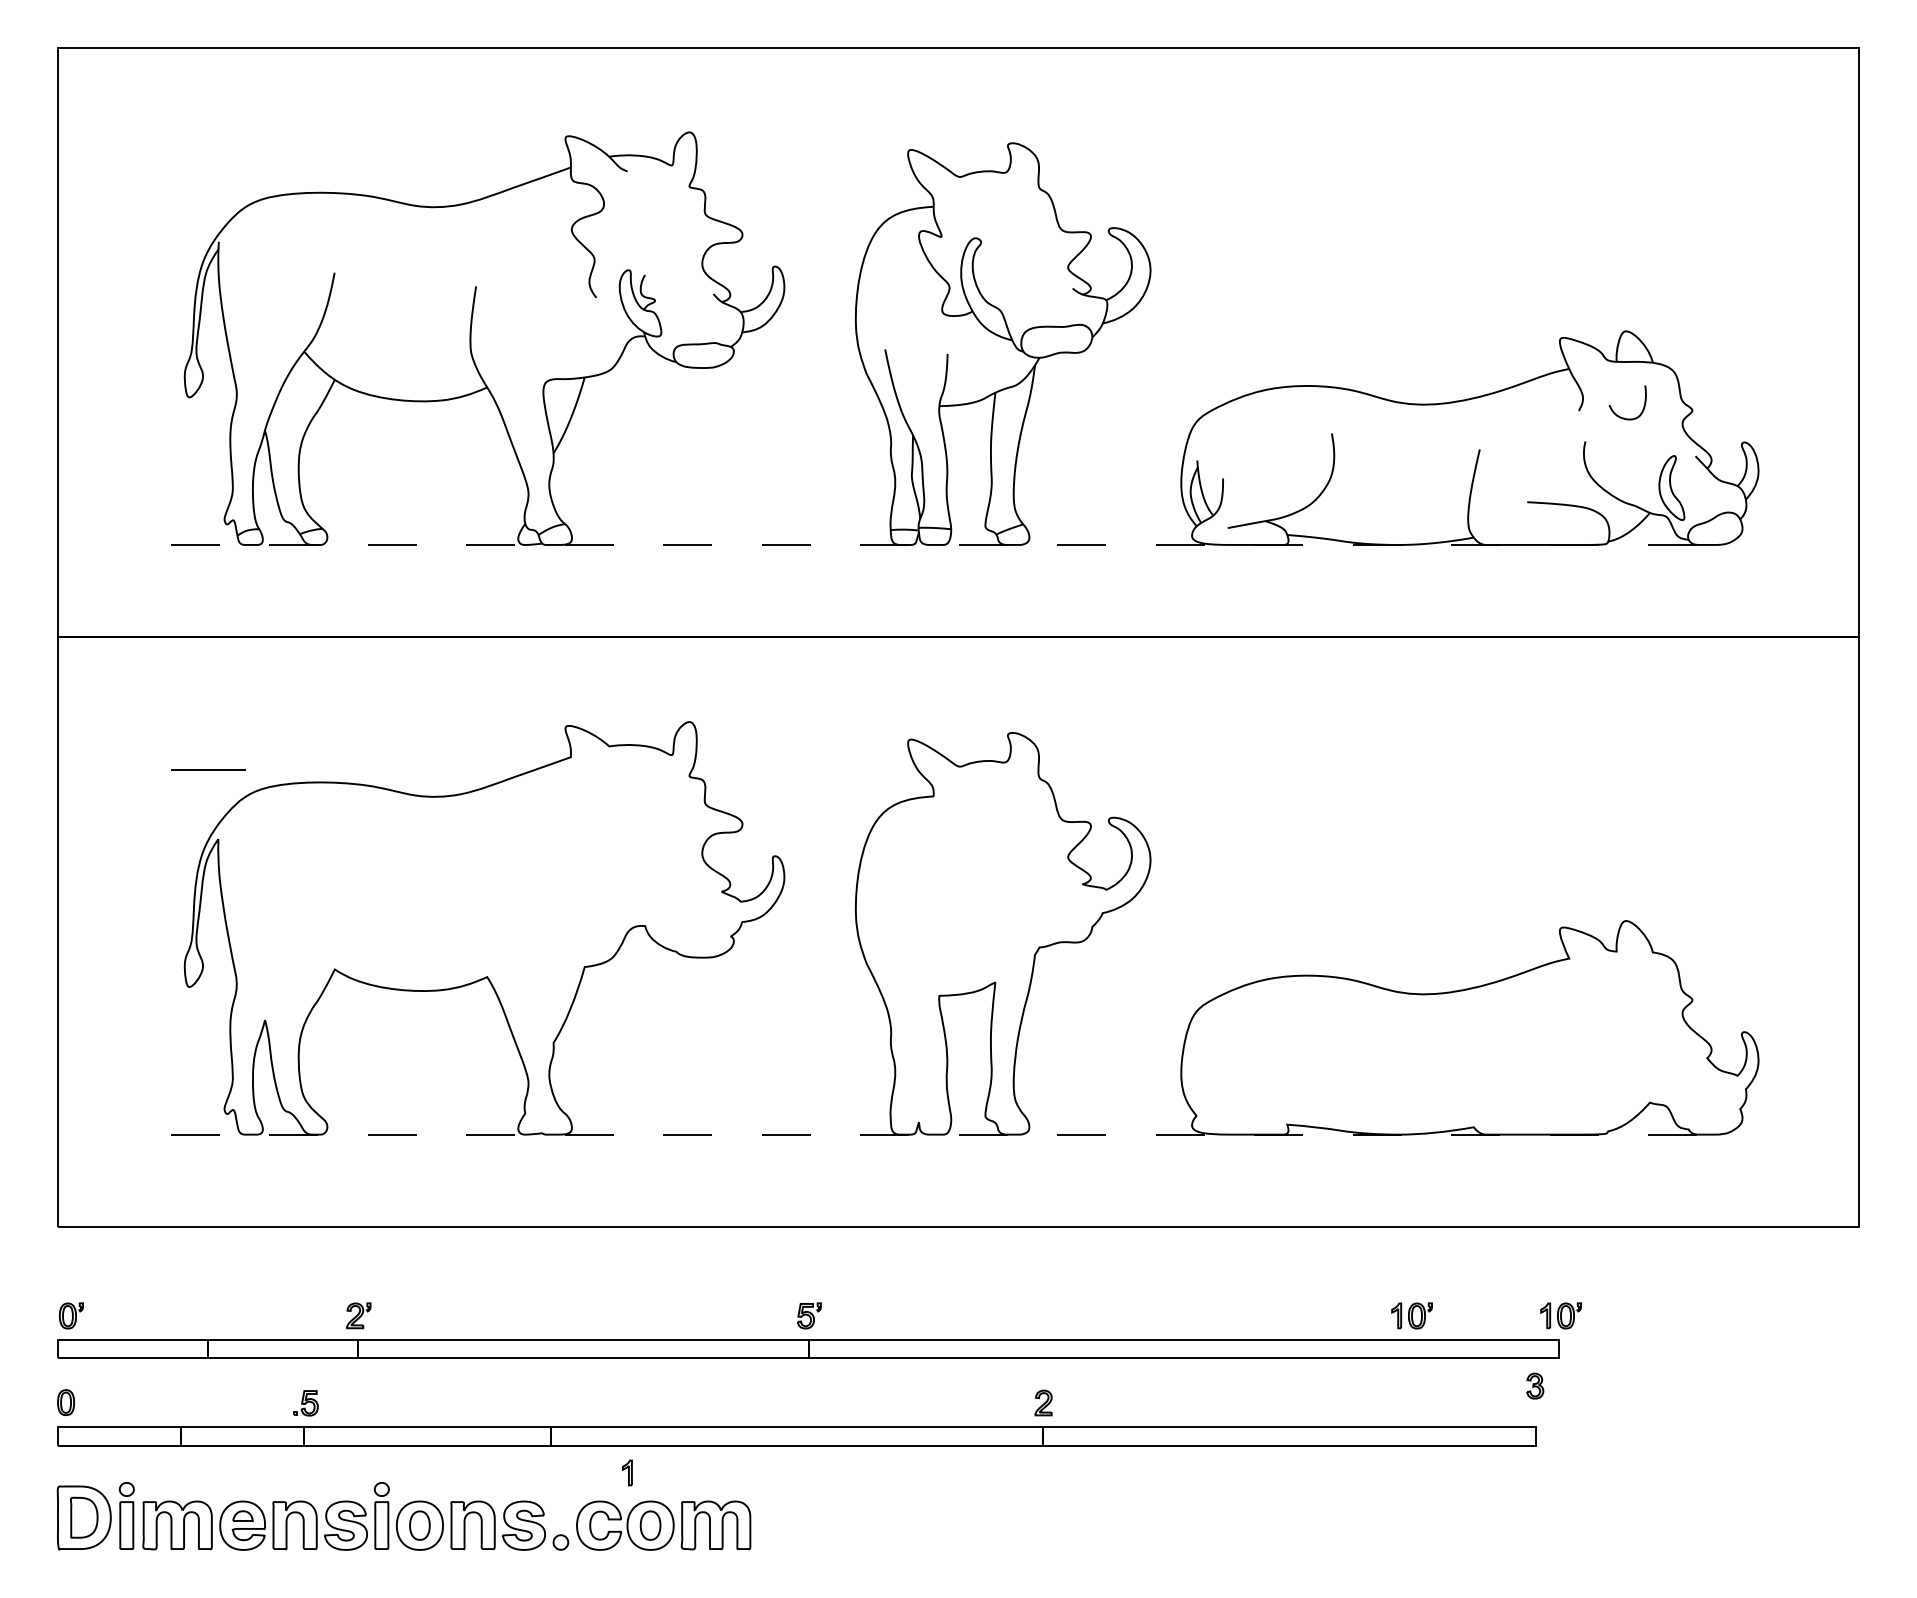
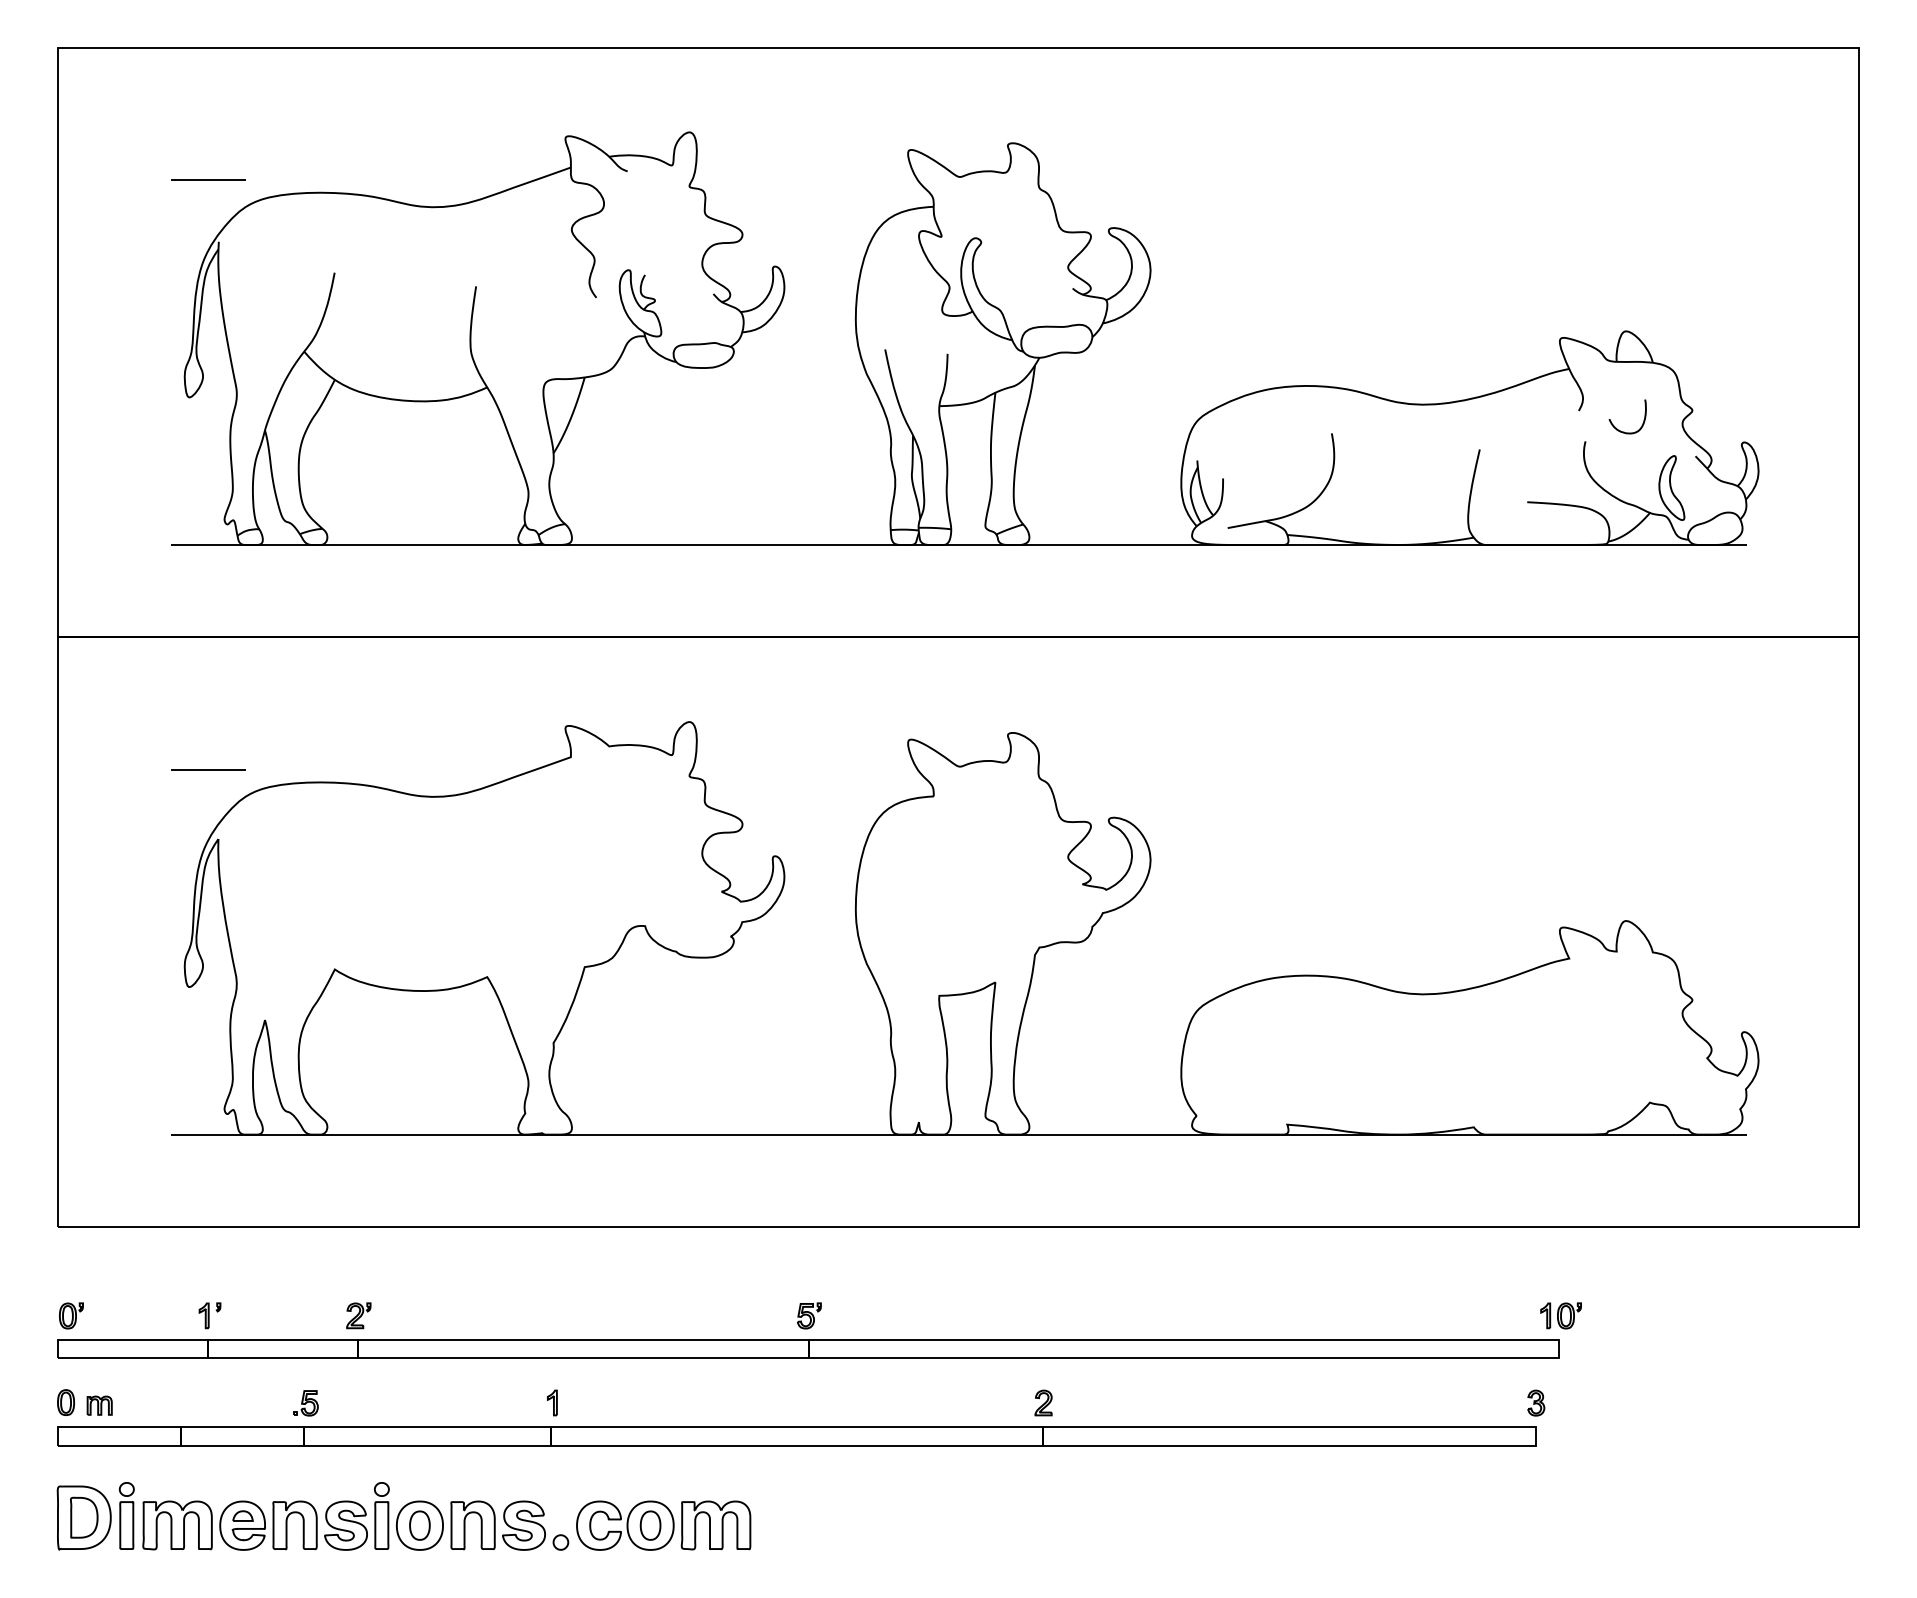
line at (208, 179): none -> present
curve at (1624, 417) position: (1624, 417) -> (1624, 431)
line at (959, 544): dashed -> solid
line at (959, 1134): dashed -> solid
part at (209, 1315): none -> present
part at (1411, 1315): present -> none
part at (1535, 1385) position: (1535, 1385) -> (1536, 1402)
part at (99, 1405): none -> present
part at (627, 1472) position: (627, 1472) -> (552, 1402)
